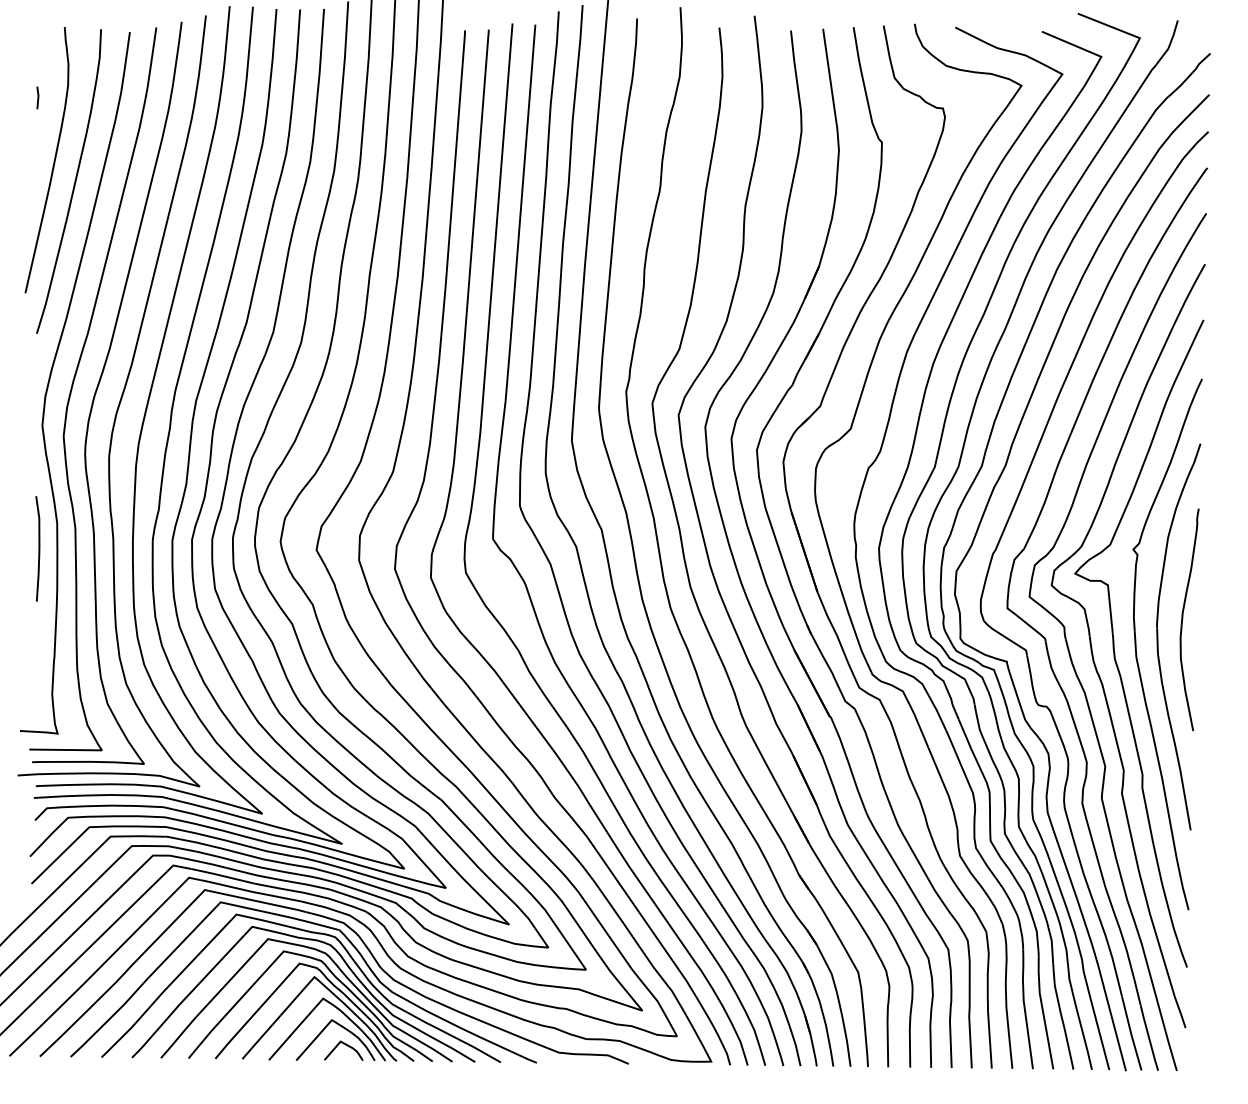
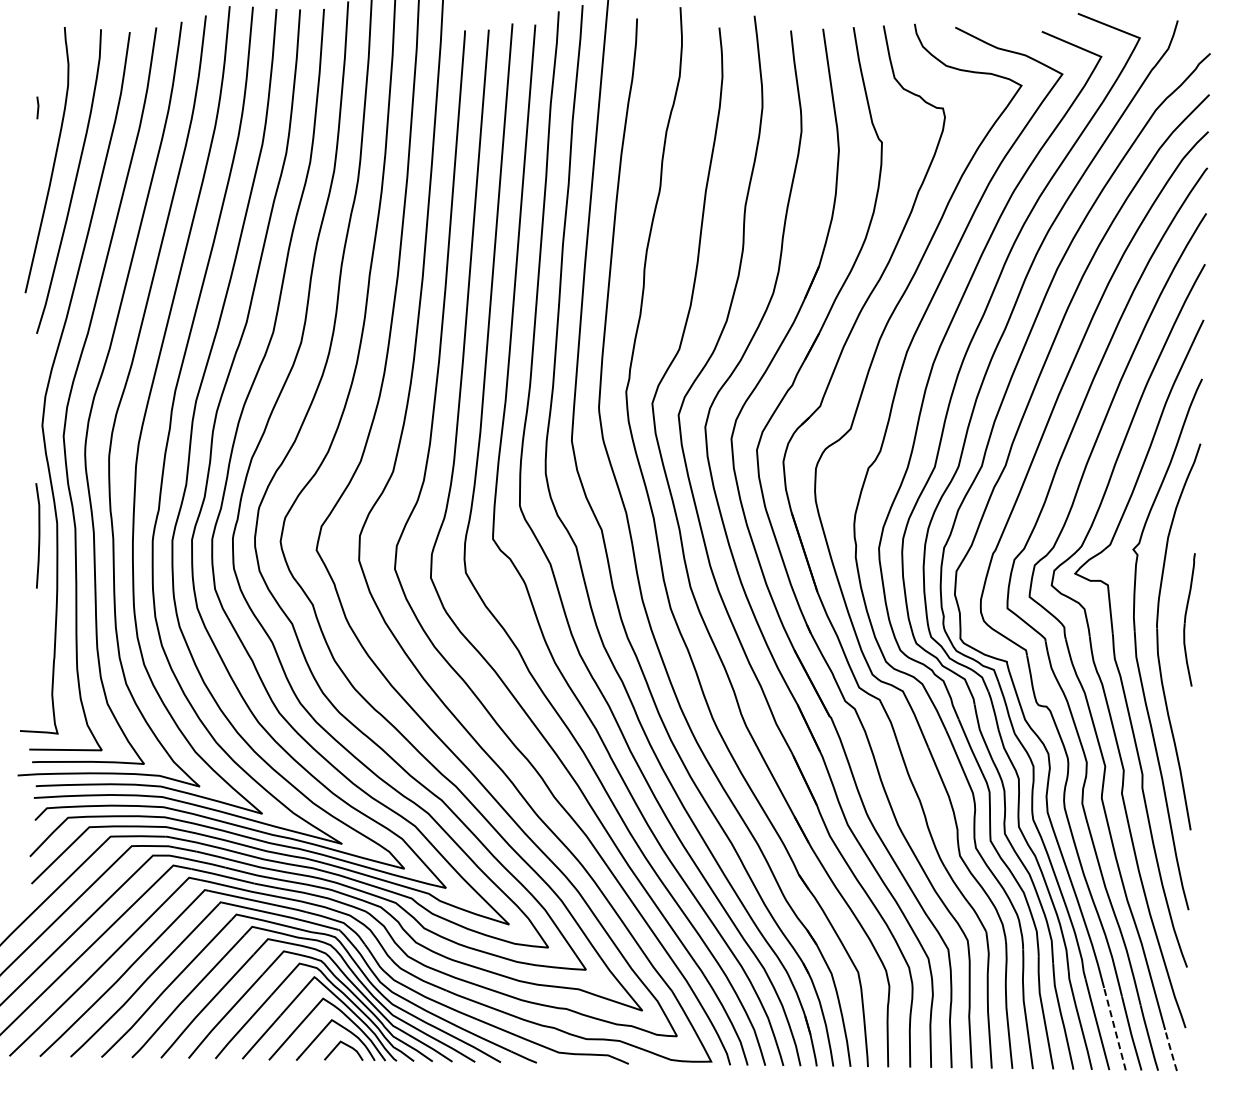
line at (37, 97) position: (37, 97) -> (37, 107)
curve at (38, 548) position: (38, 548) -> (38, 535)
part at (1189, 619) size: 21x224 px -> 13x134 px
line at (1114, 1029): solid -> dashed
line at (1170, 1050): solid -> dashed
